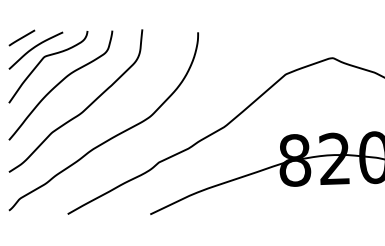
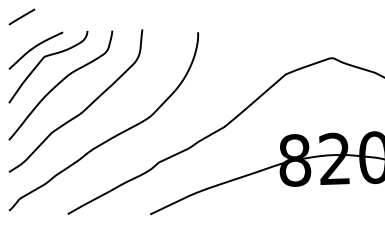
line at (21, 37) position: (21, 37) -> (21, 16)
